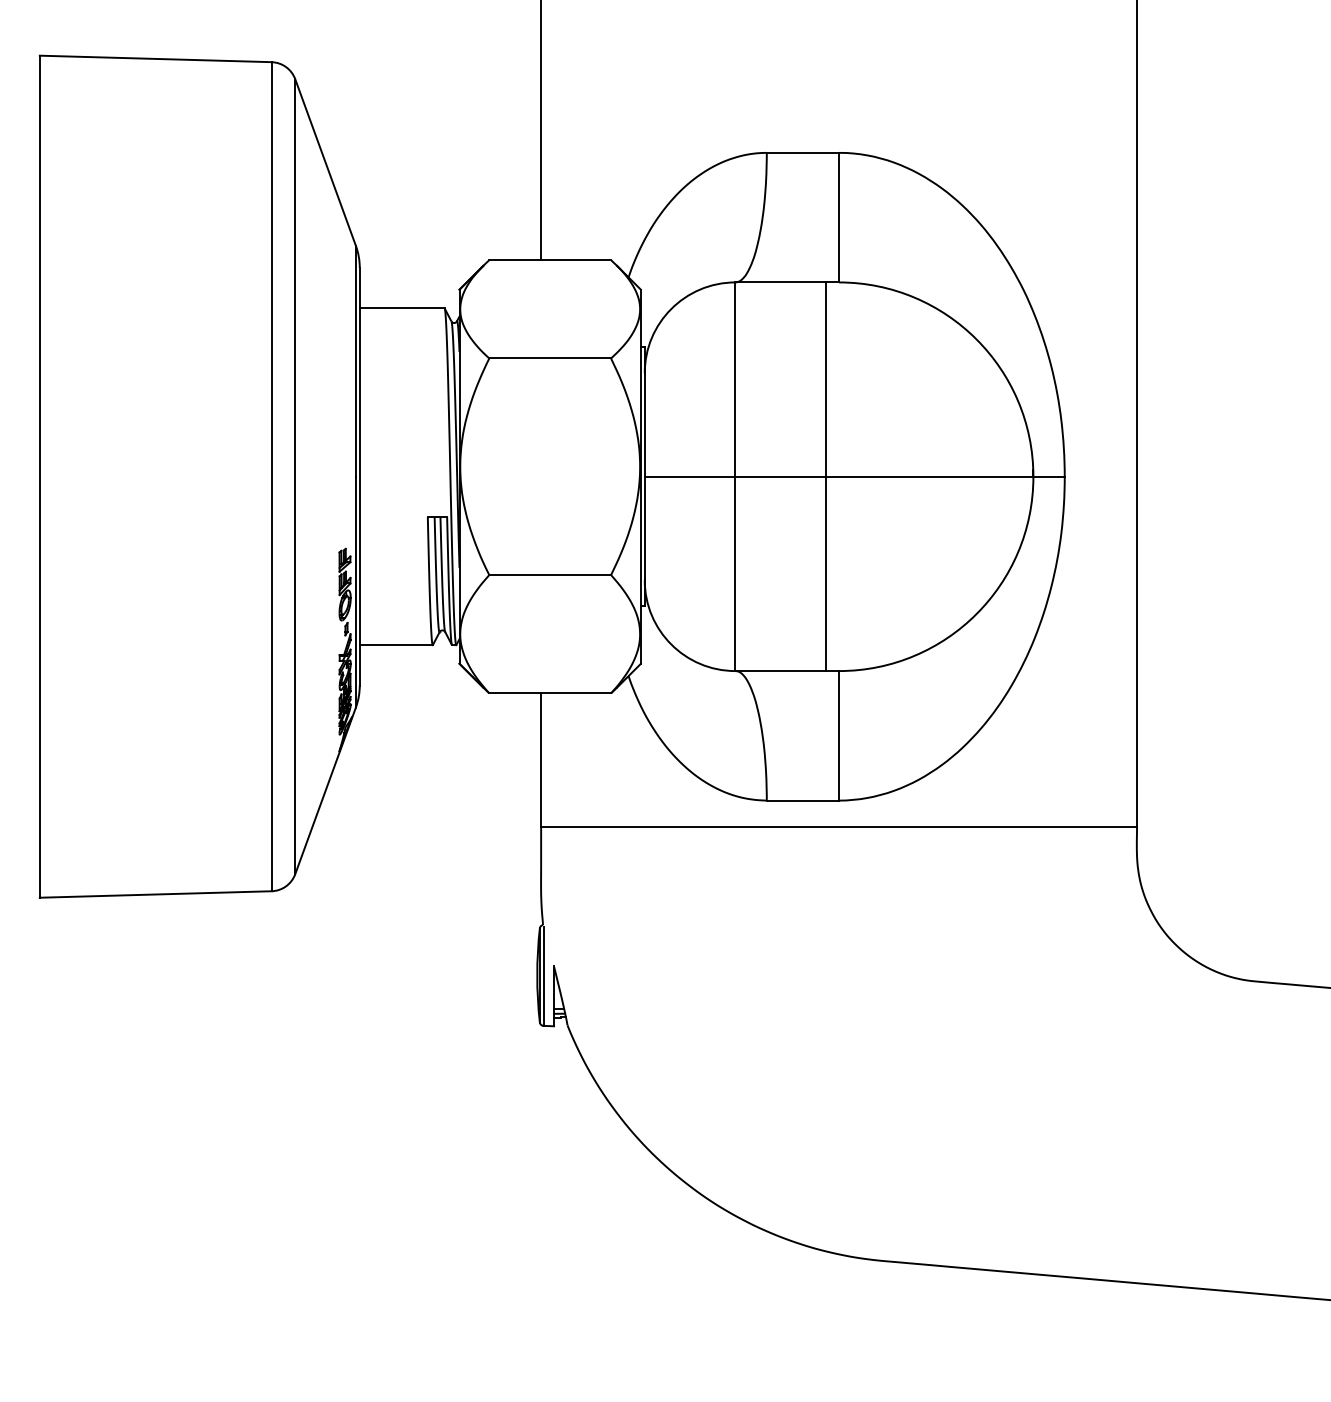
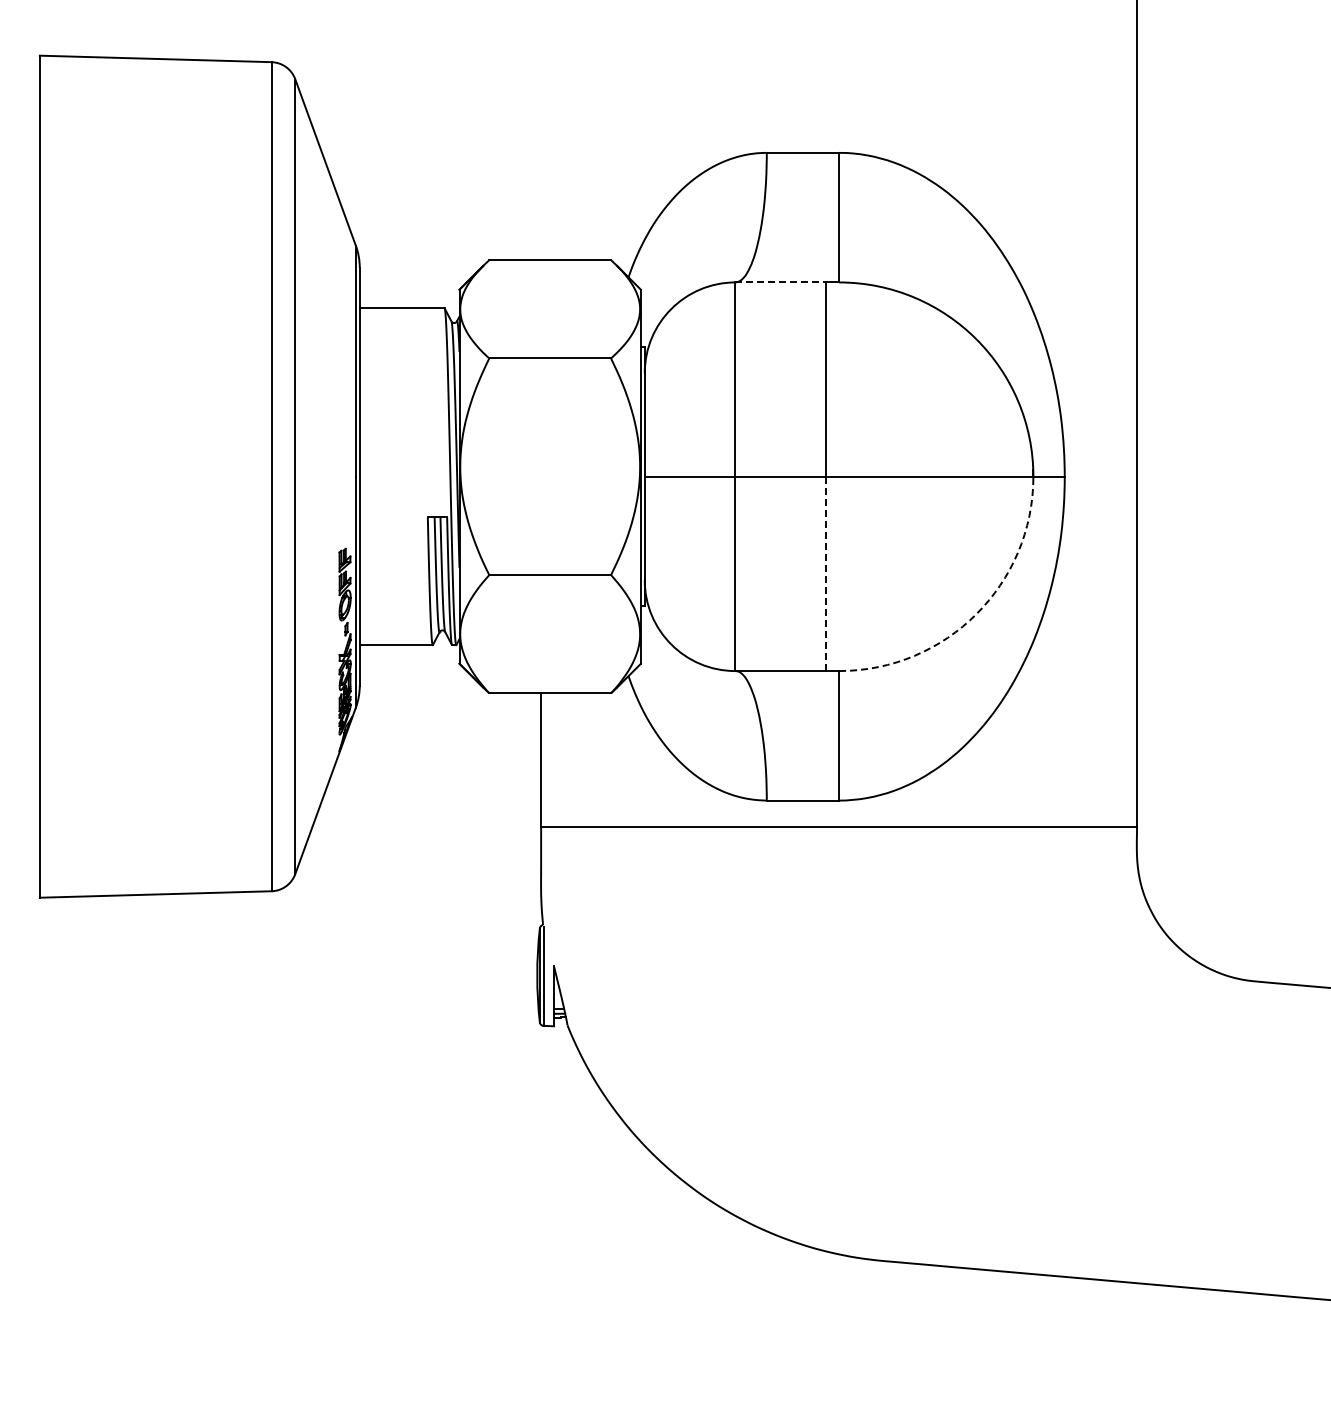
line at (541, 131): present -> none
line at (781, 282): solid -> dashed
line at (826, 573): solid -> dashed
arc at (976, 614): solid -> dashed
